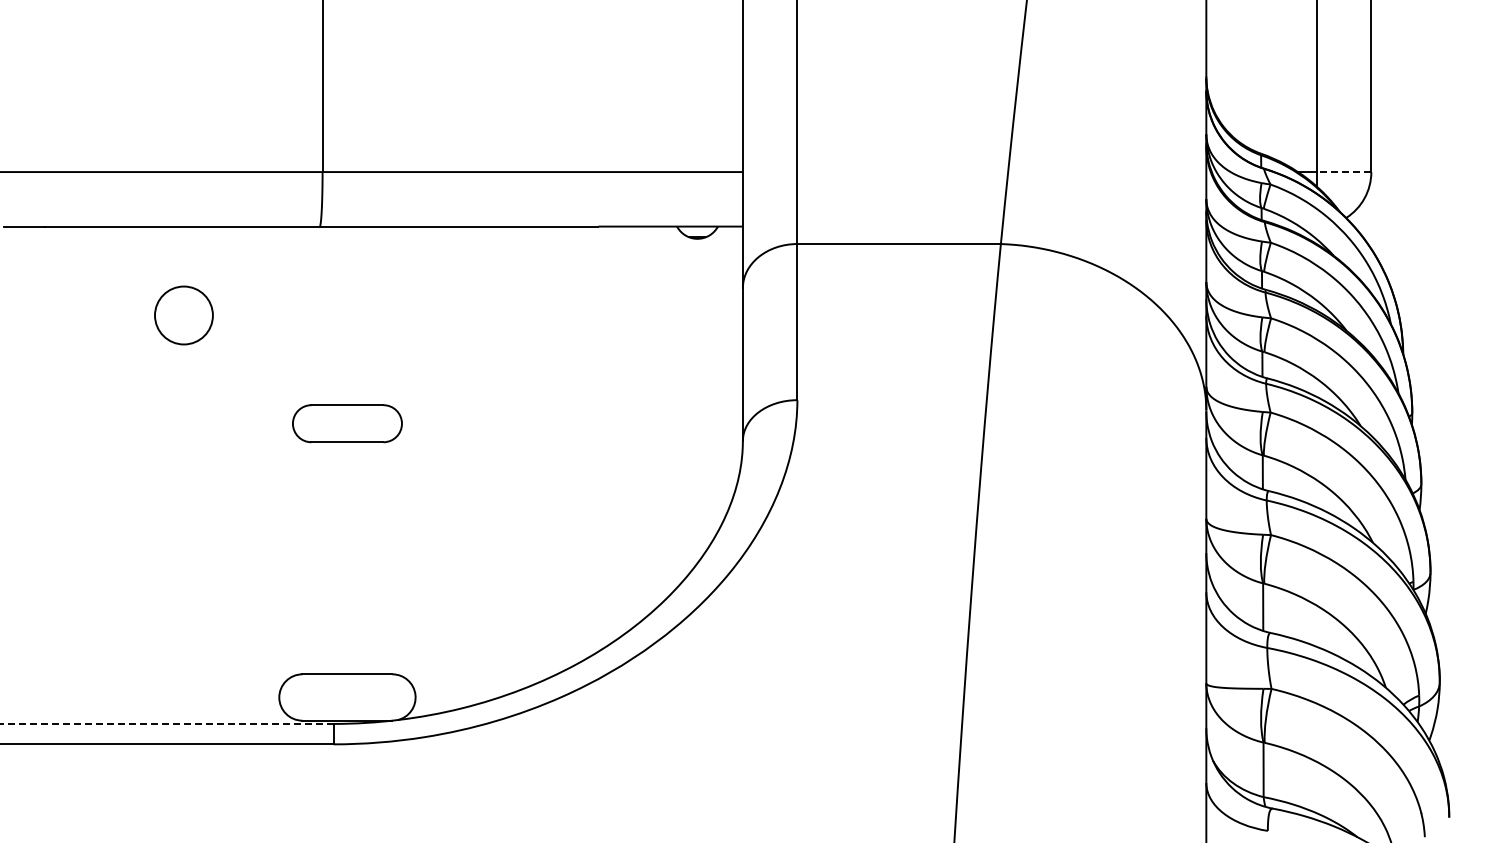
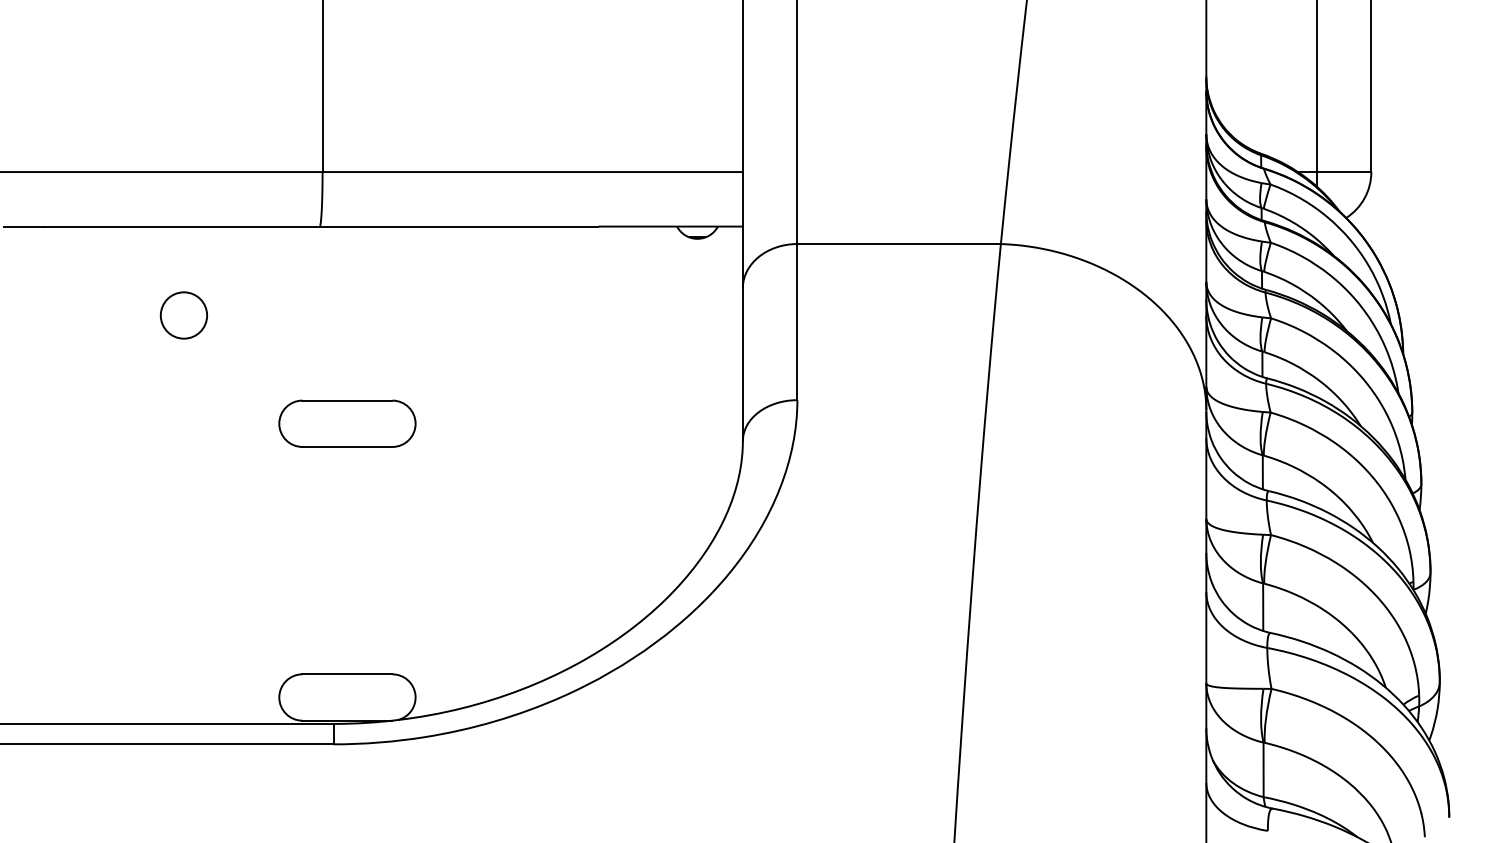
line at (1343, 172): dashed -> solid
circle at (183, 315) diameter: 58 px -> 46 px
part at (347, 423) size: 111x40 px -> 139x49 px
line at (166, 723): dashed -> solid
